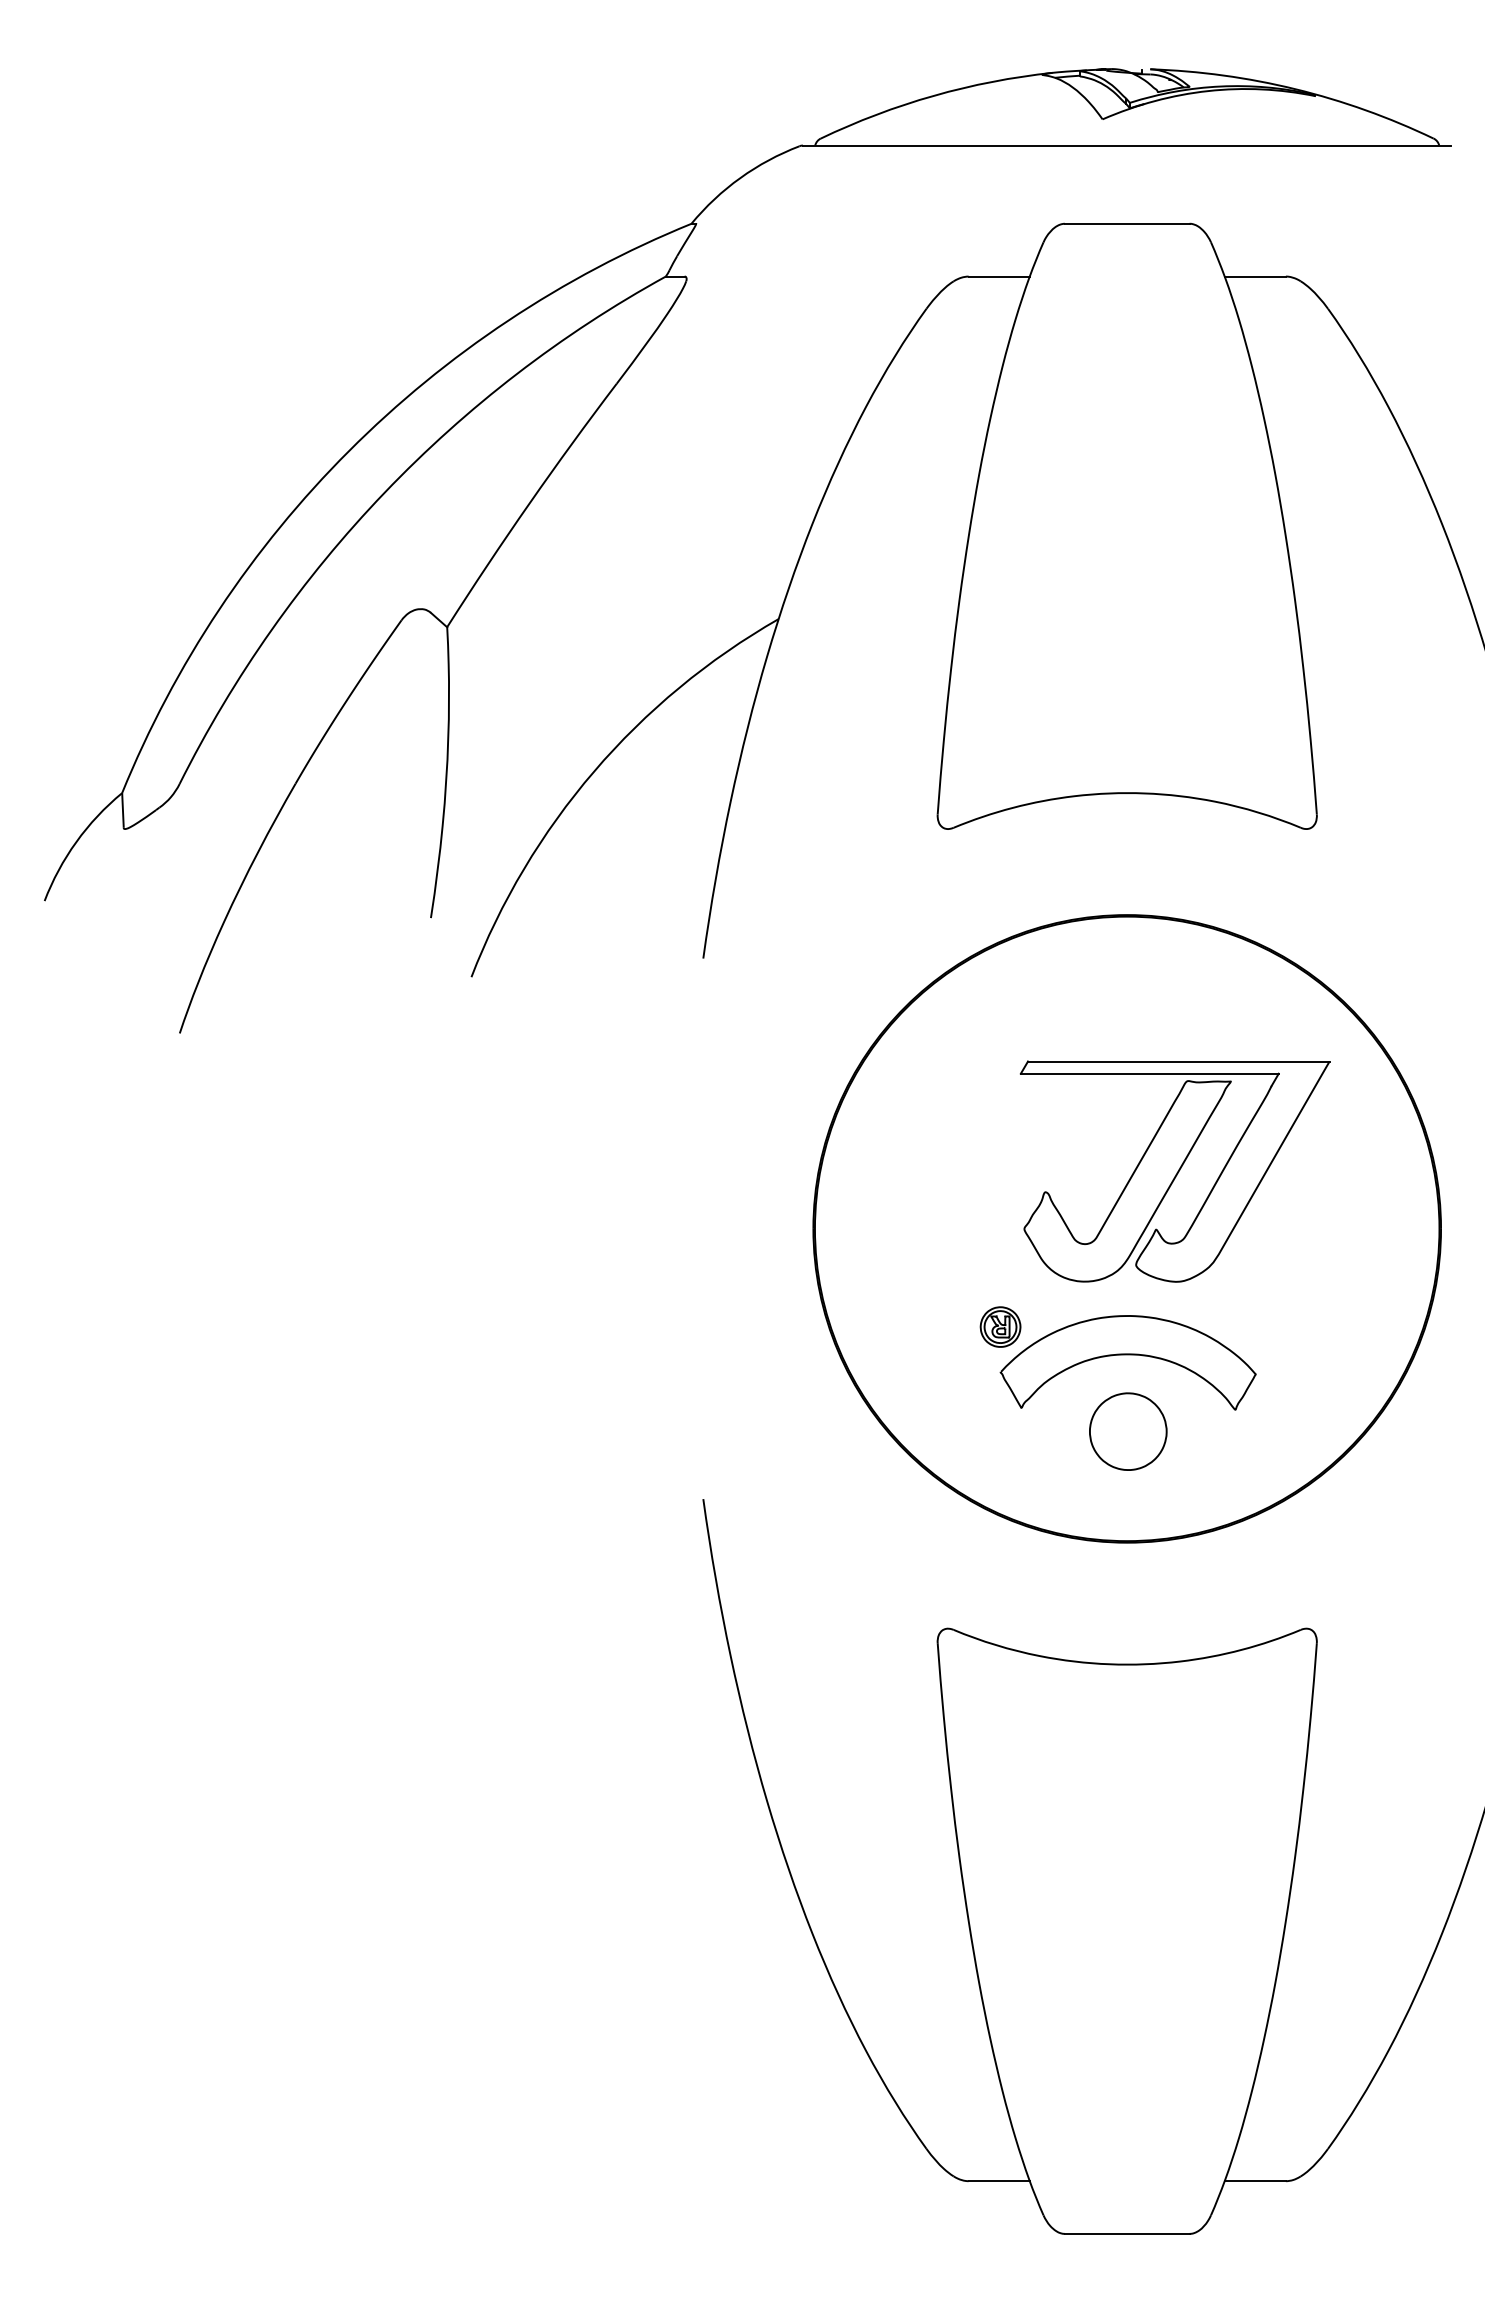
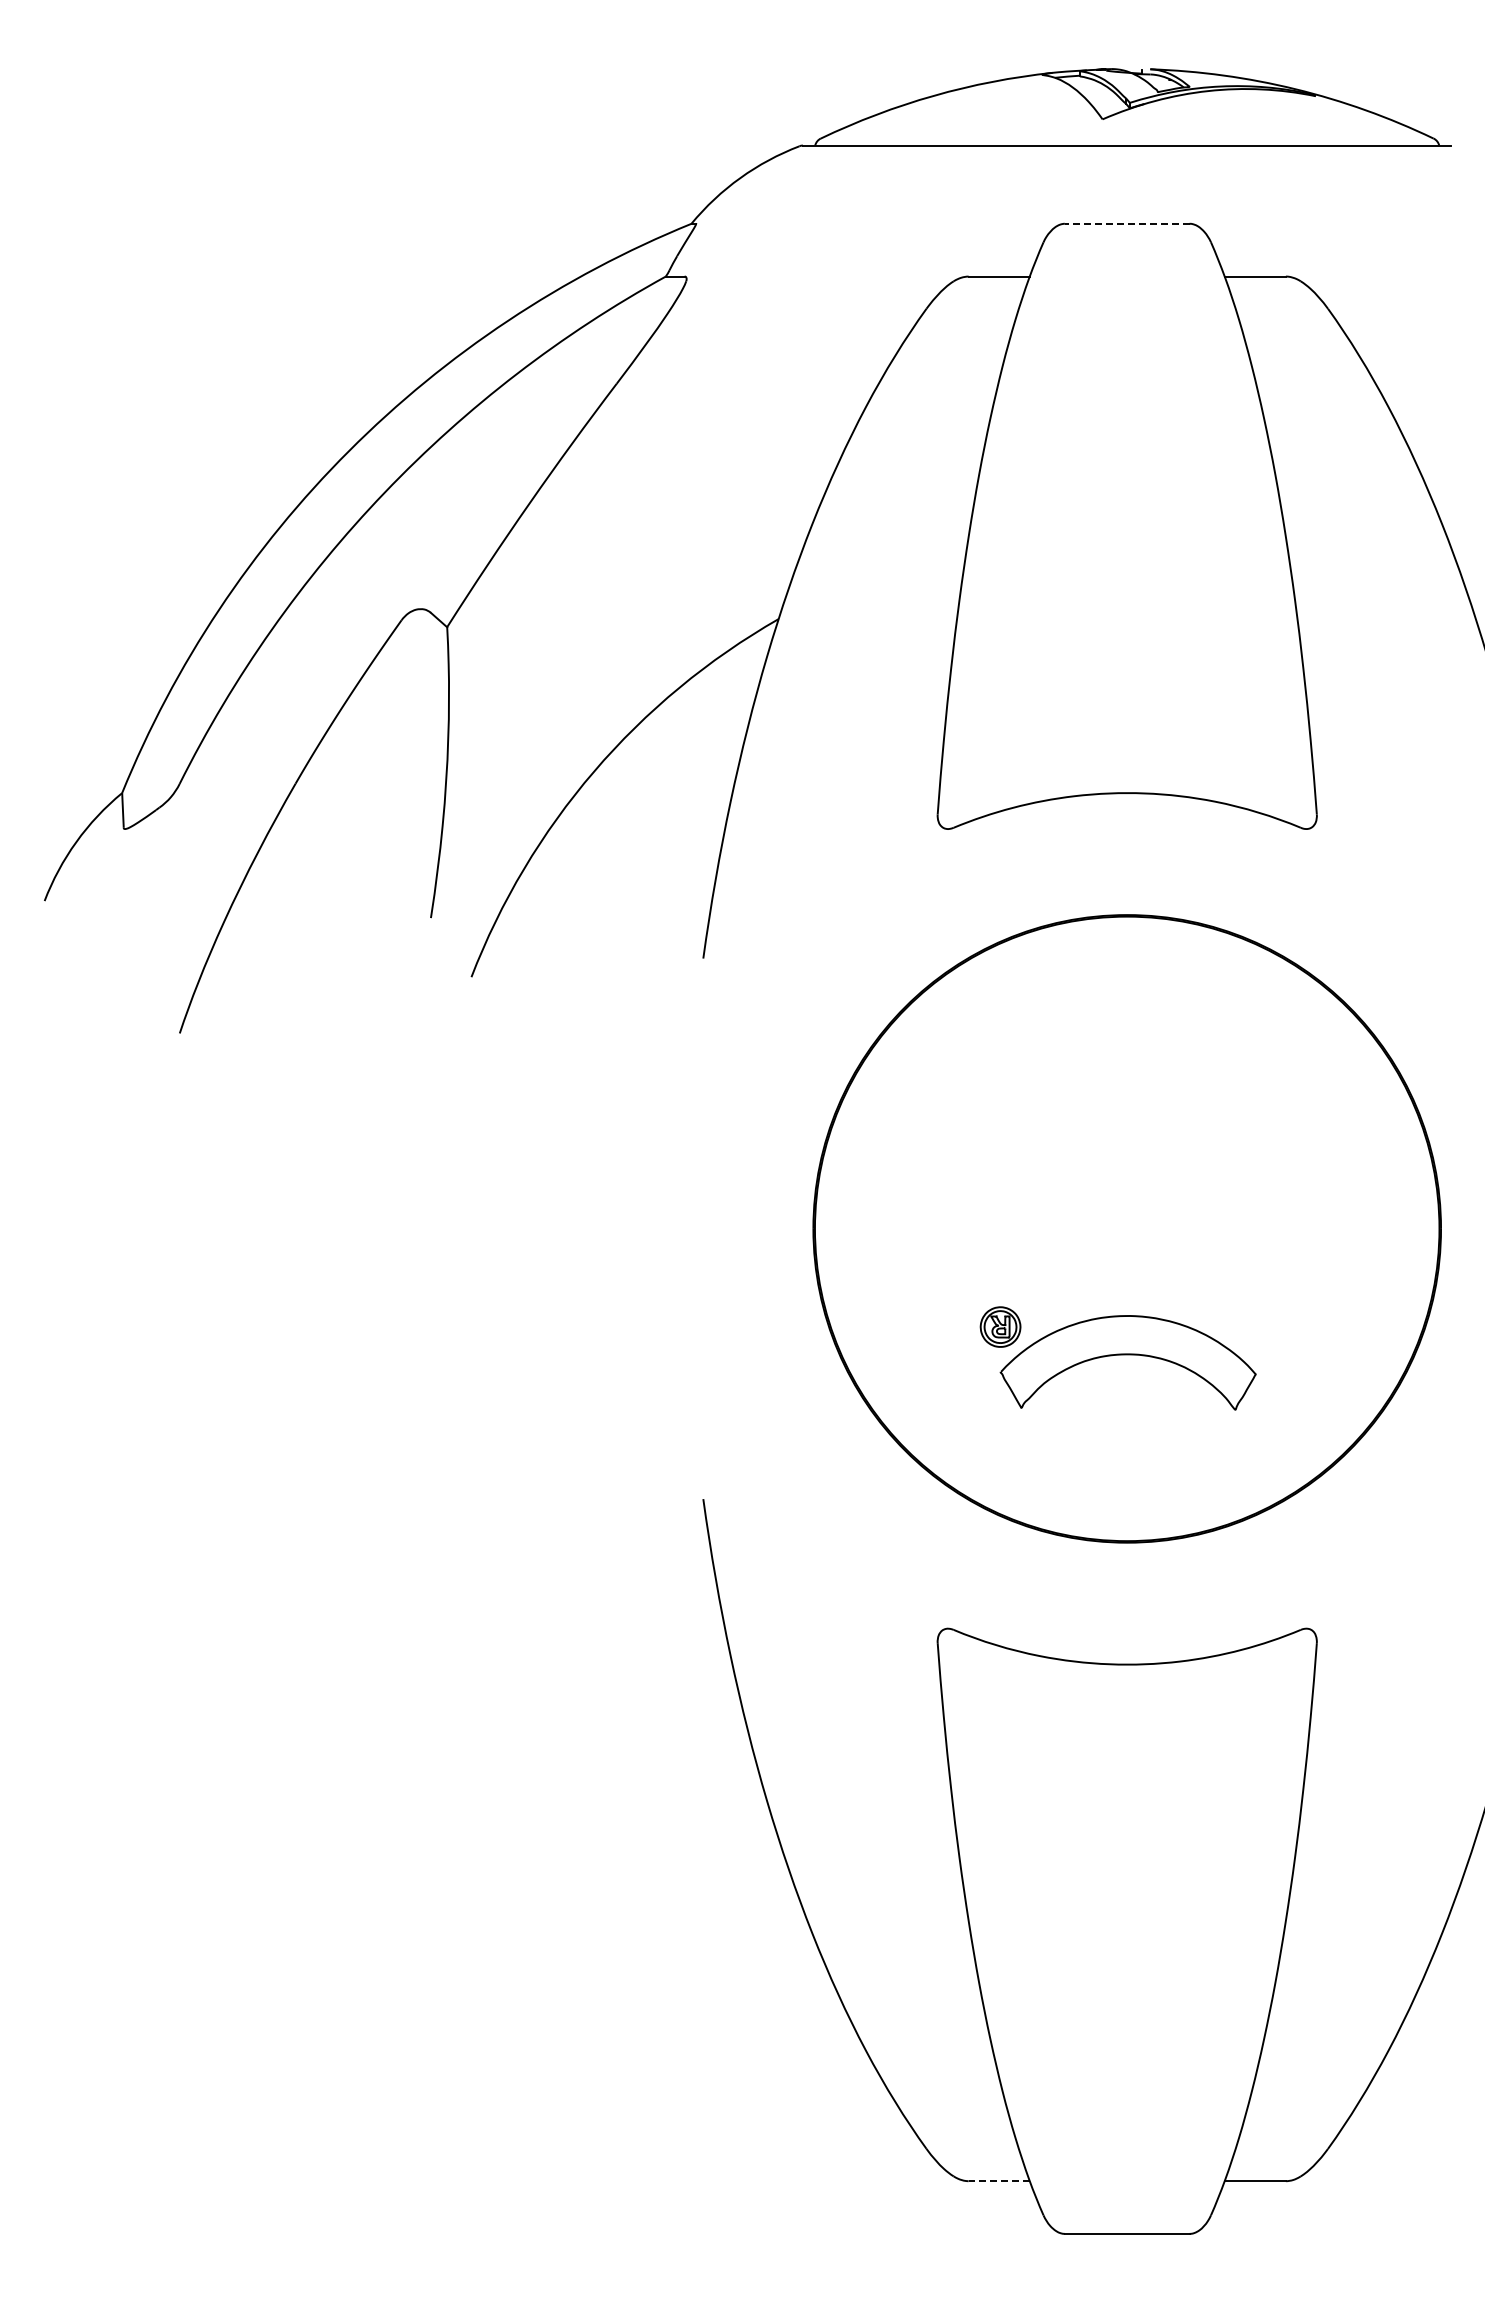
line at (1126, 223): solid -> dashed
part at (1174, 1171): present -> none
part at (1128, 1431): present -> none
line at (999, 2181): solid -> dashed
